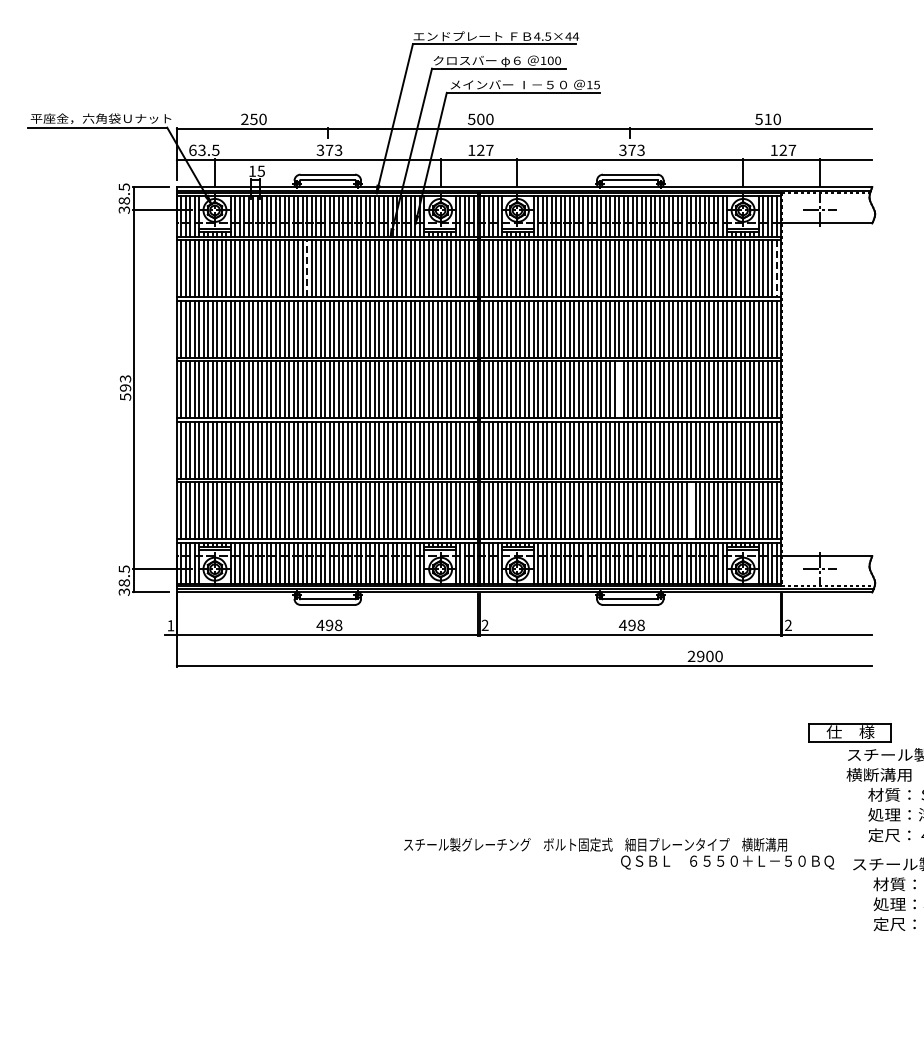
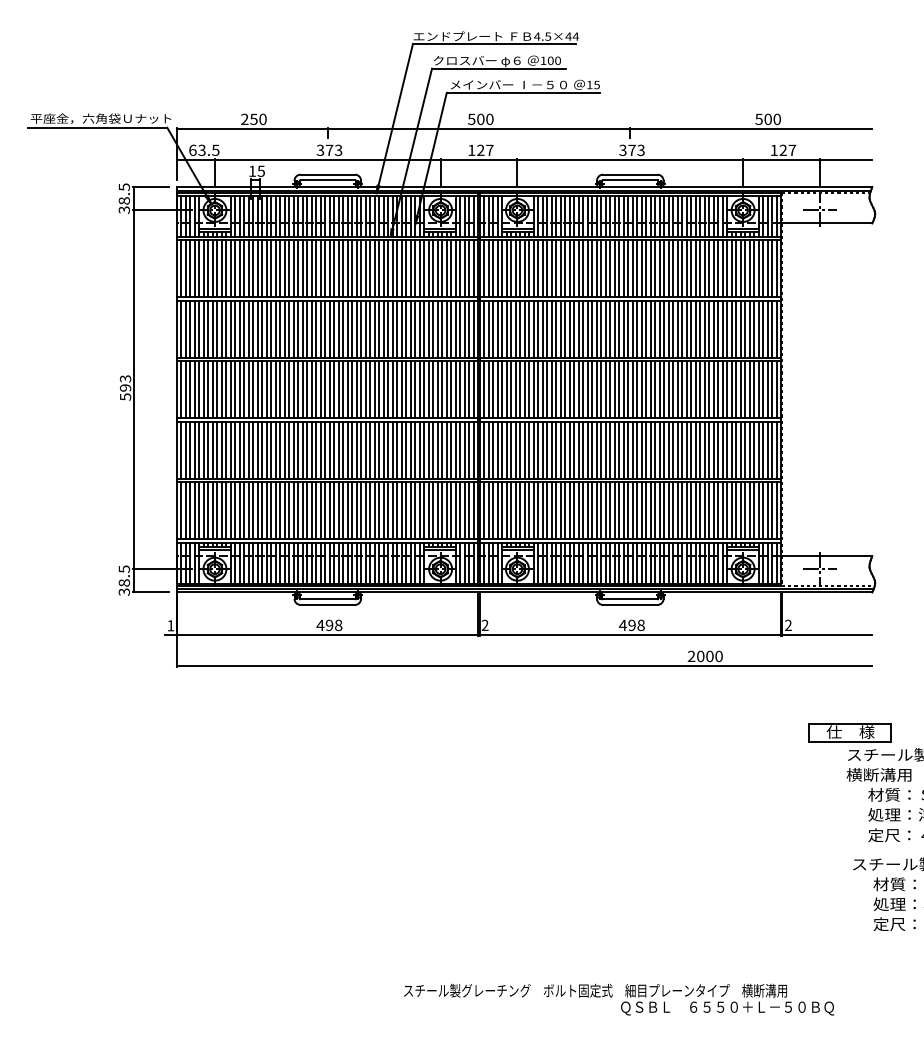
text at (767, 119): 510 -> 500
line at (307, 268): dashed -> solid
line at (776, 269): dashed -> solid
line at (618, 389): none -> present
line at (690, 510): none -> present
text at (700, 656): 2900 -> 2000
text at (619, 853) position: (619, 853) -> (619, 999)
